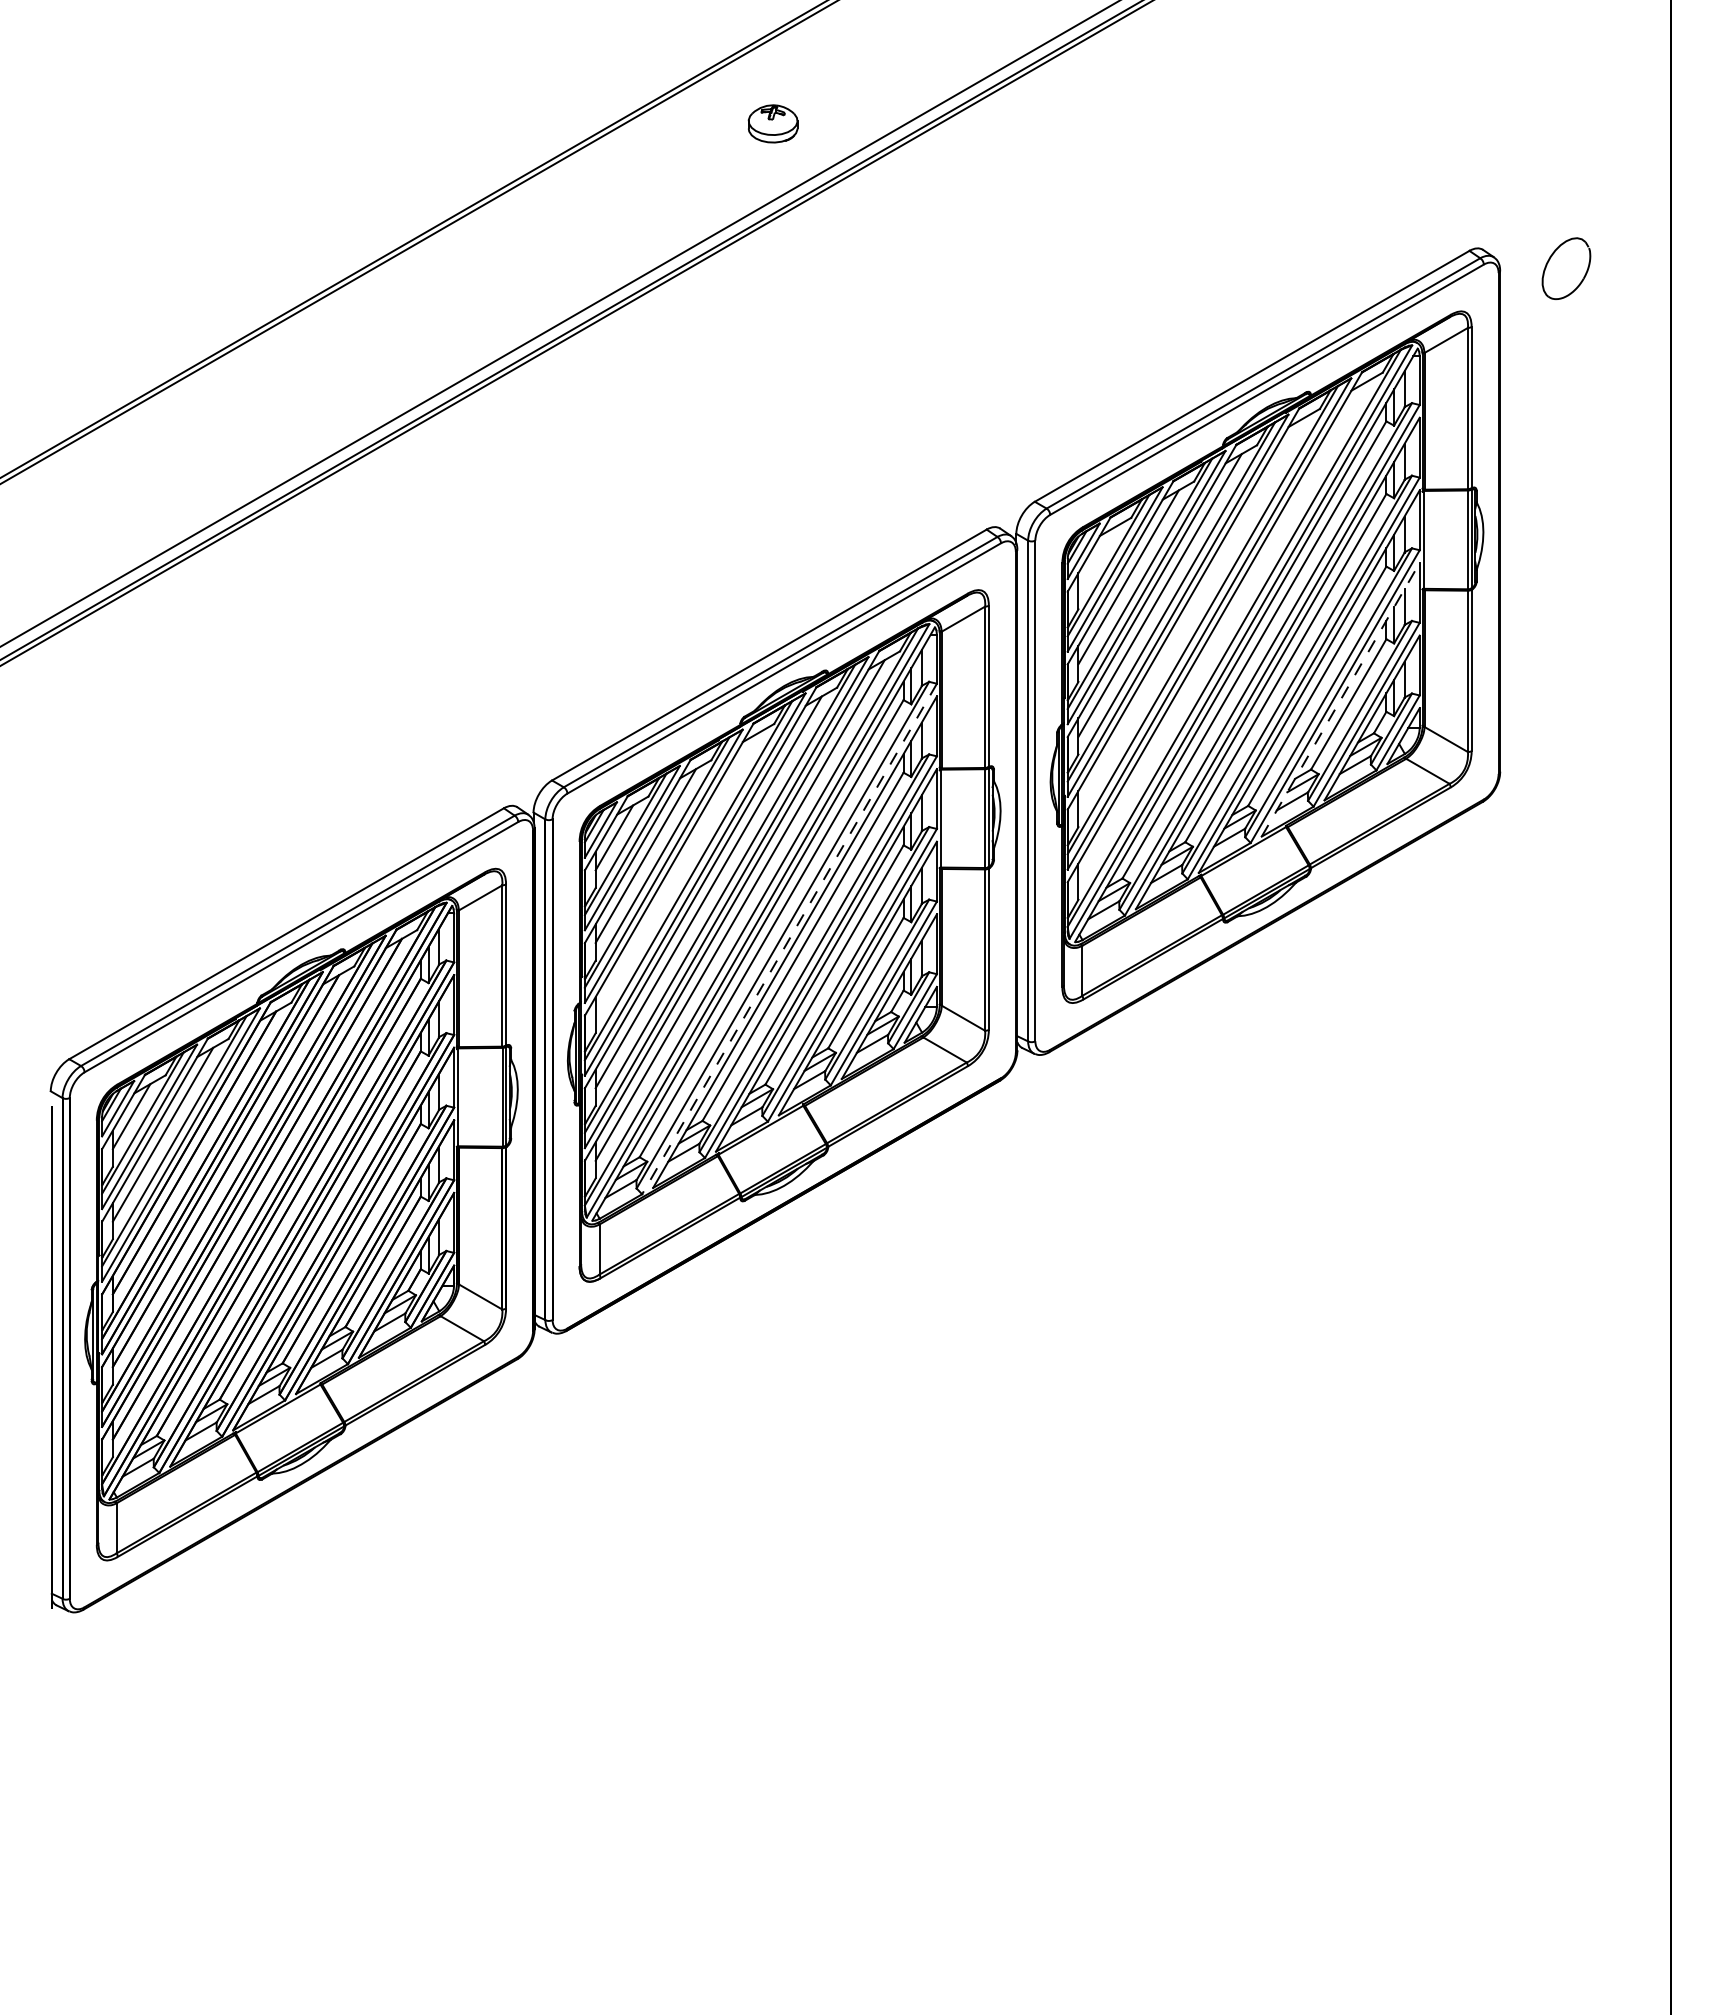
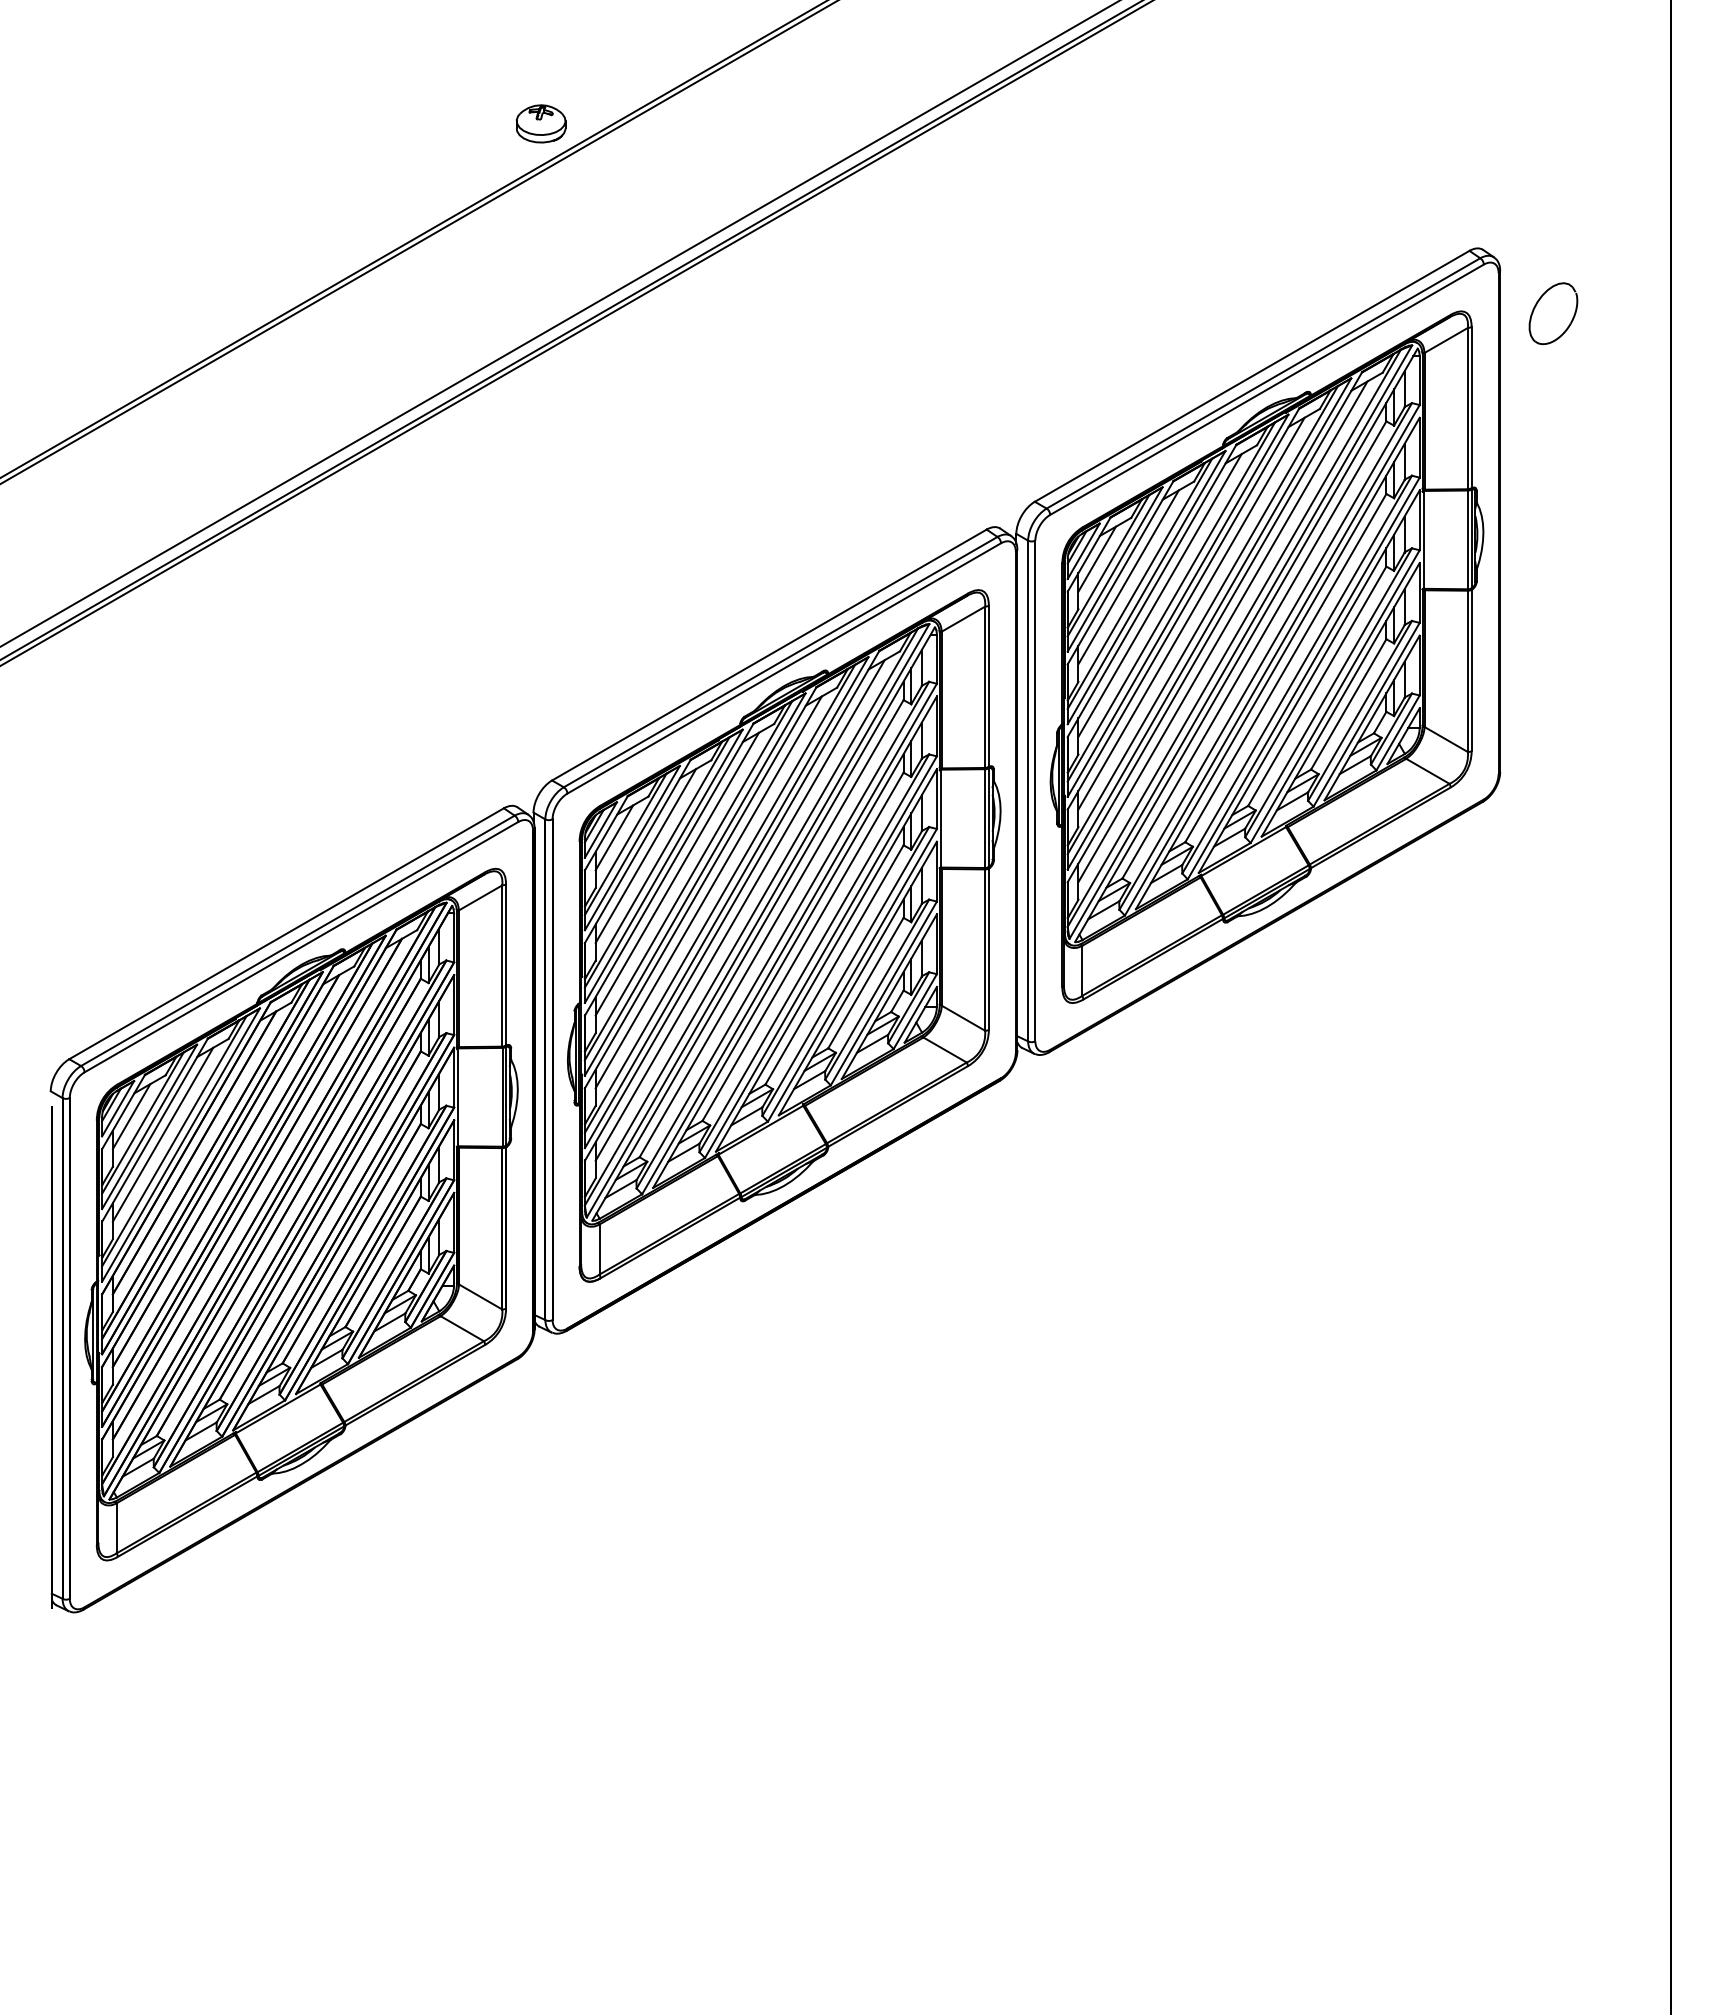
part at (772, 123) position: (772, 123) -> (540, 123)
part at (1566, 268) position: (1566, 268) -> (1553, 313)
line at (1096, 558): none -> present
line at (1191, 613): none -> present
line at (1222, 631): none -> present
line at (1340, 699): dashed -> solid
line at (676, 873): none -> present
line at (789, 939): dashed -> solid
